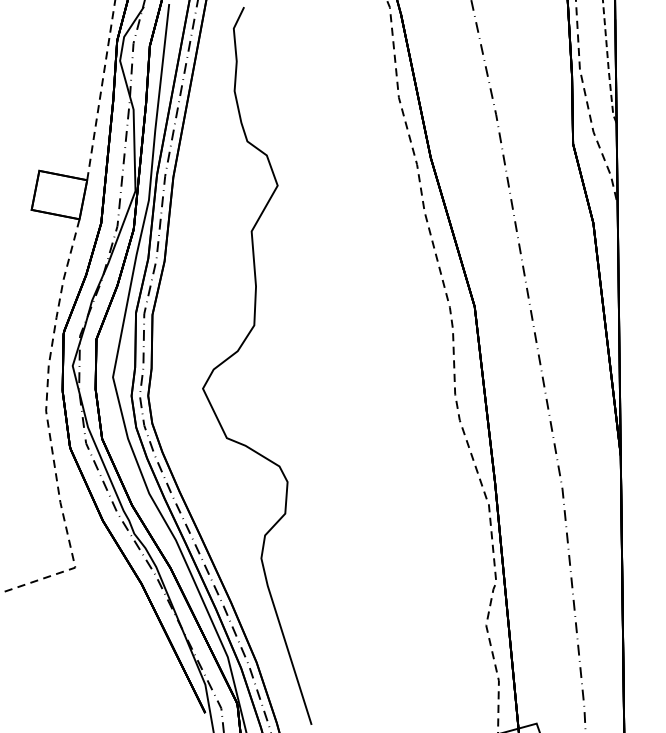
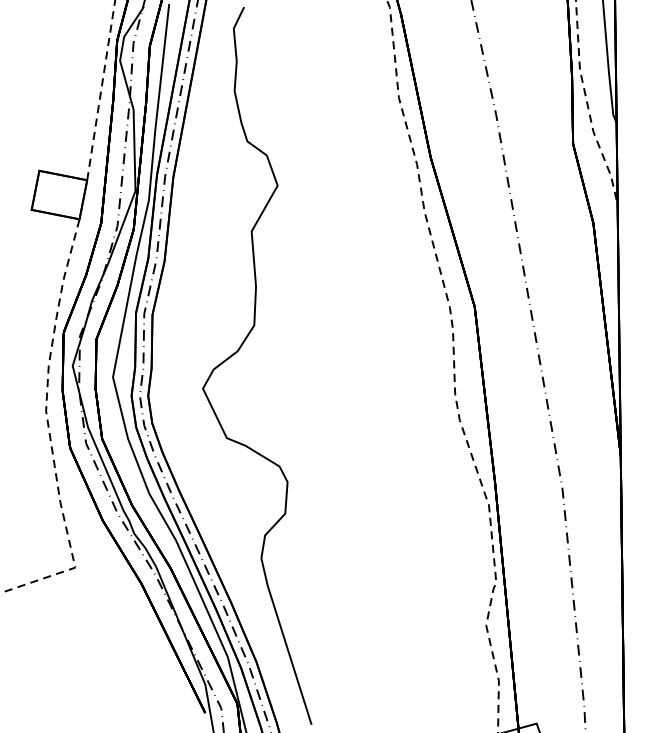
line at (608, 63): dashed -> solid
